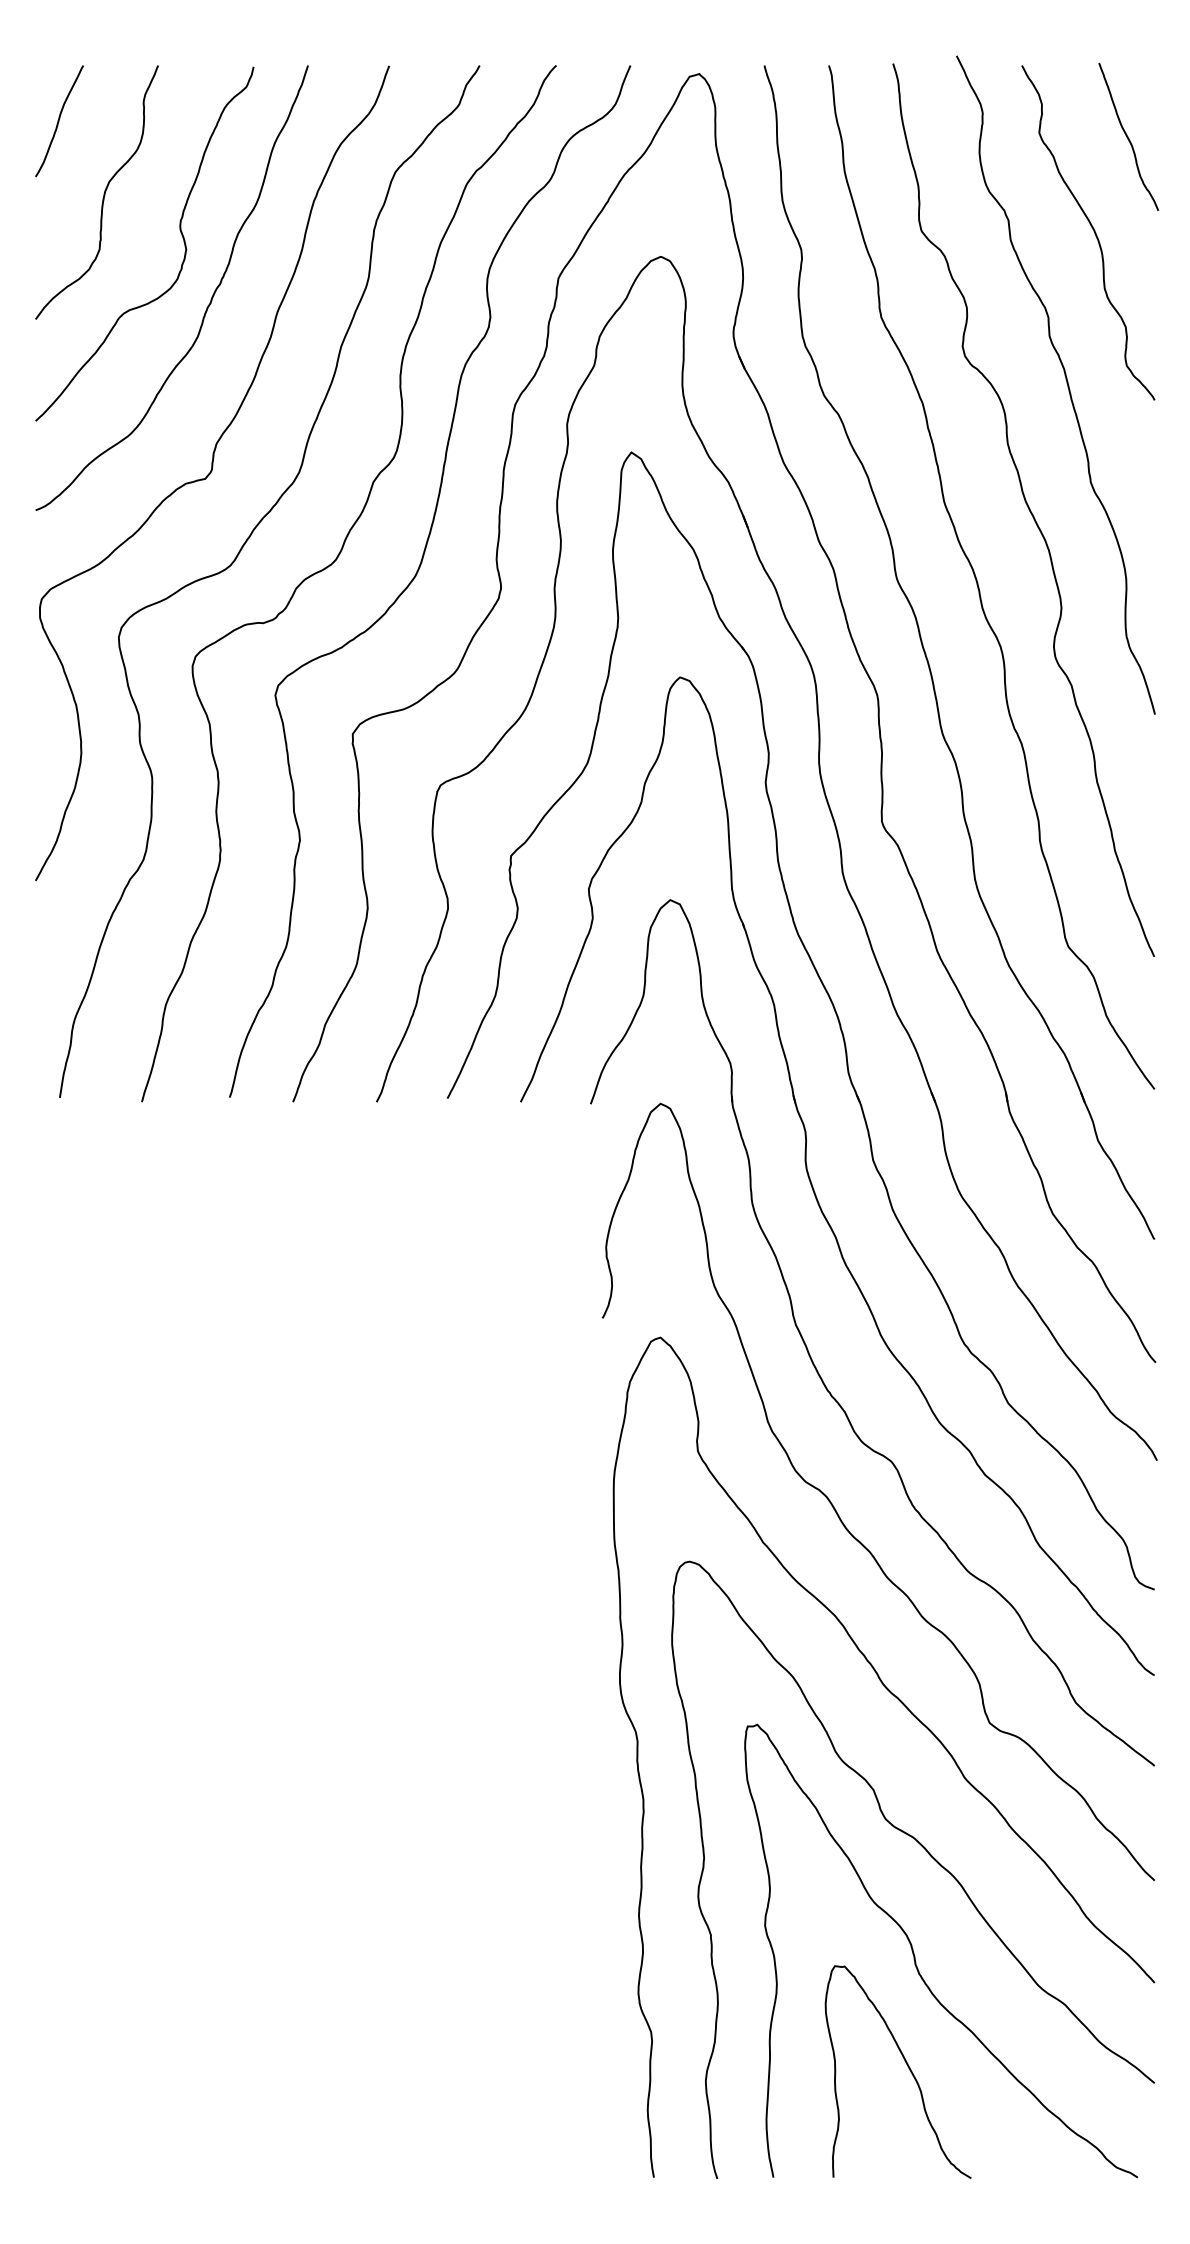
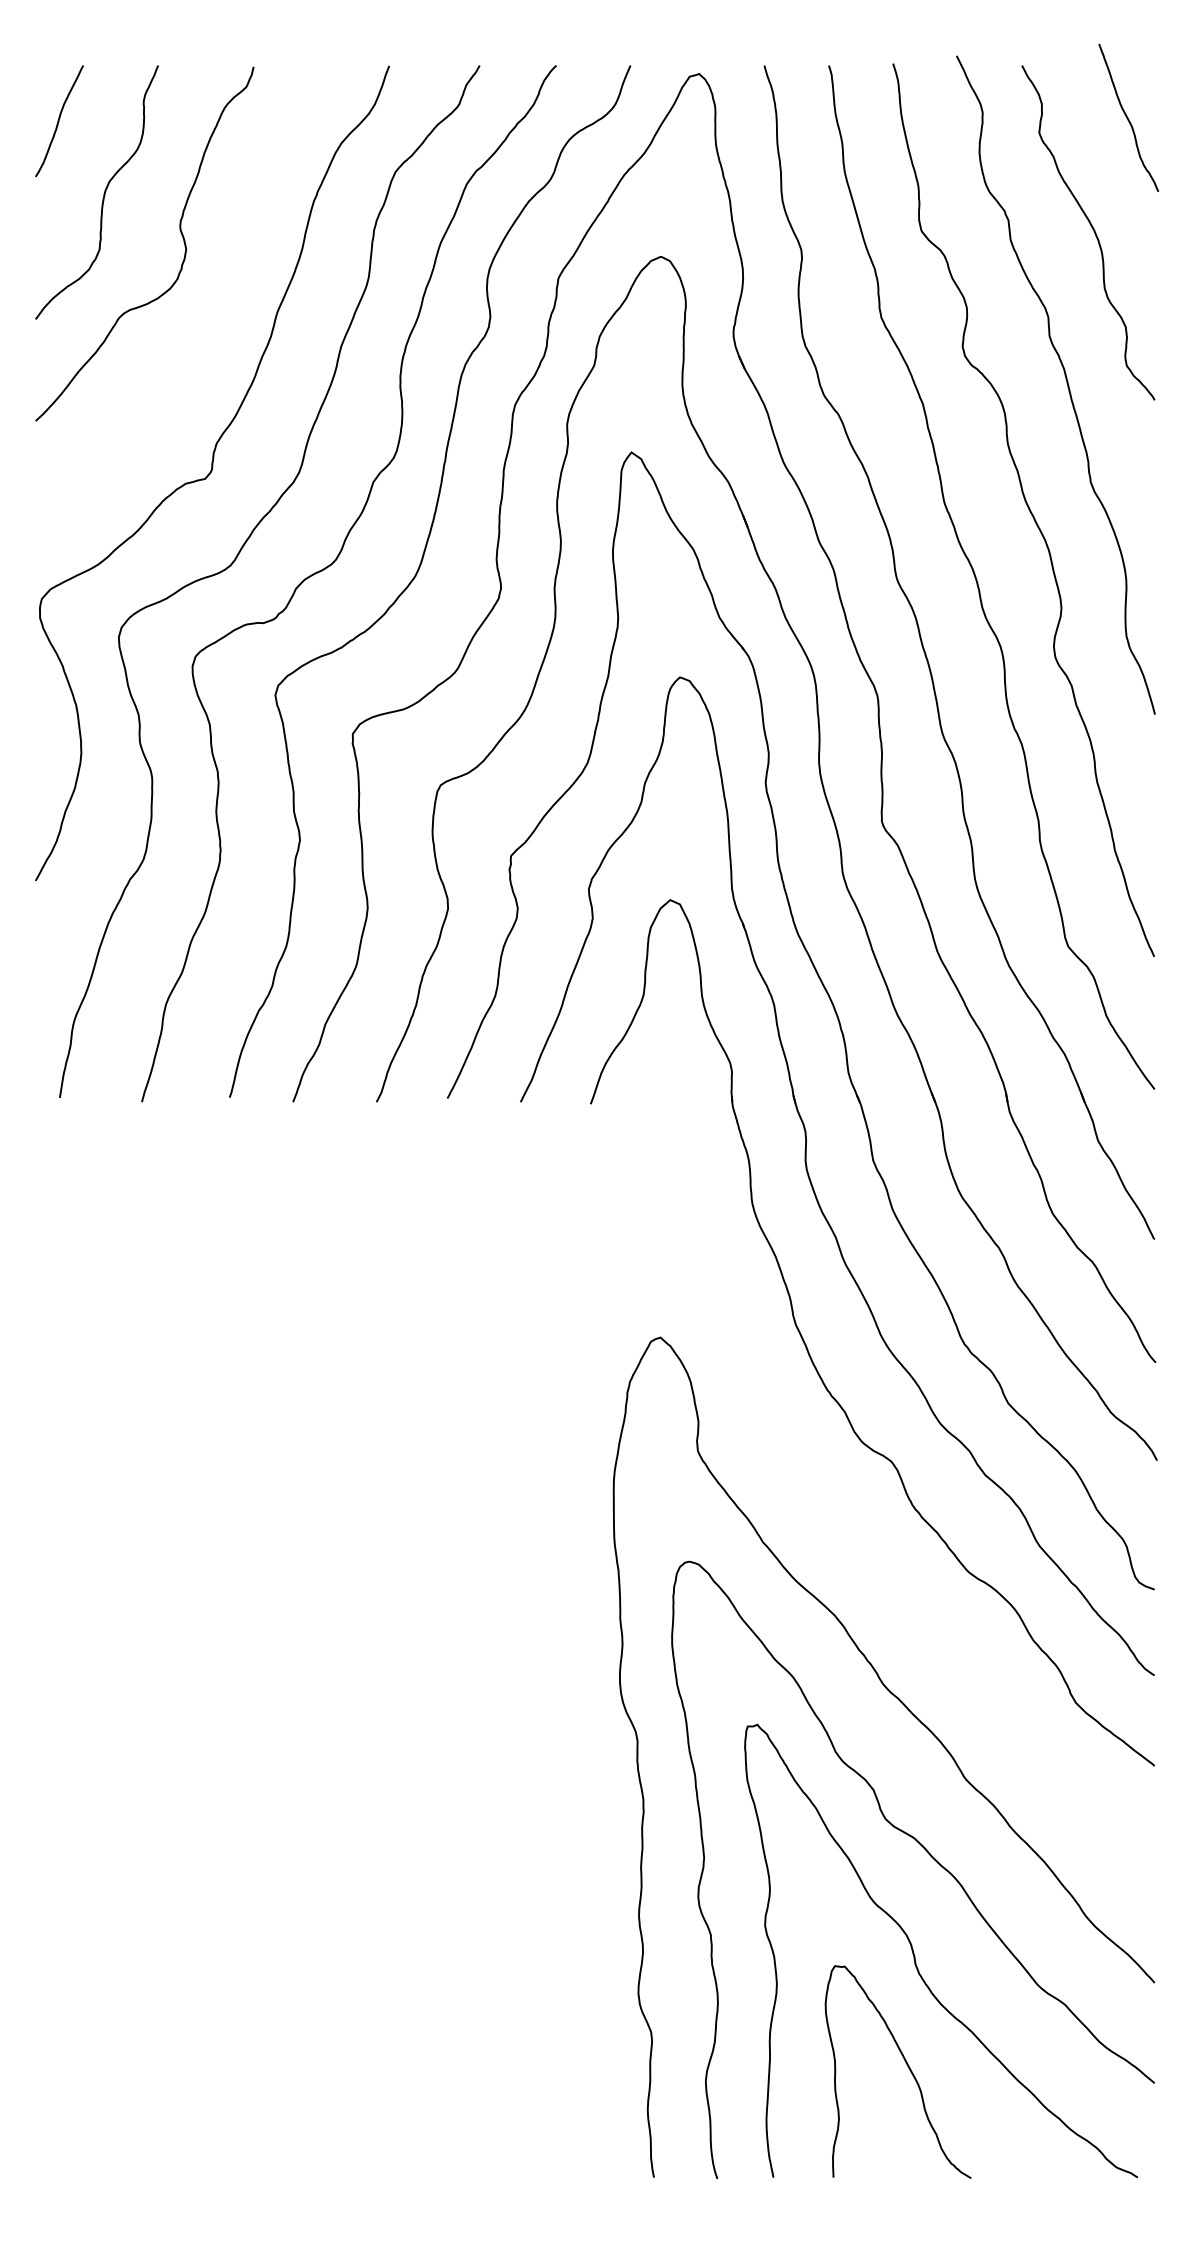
curve at (1128, 136) position: (1128, 136) -> (1128, 117)
curve at (206, 307): present -> none
curve at (838, 1513): present -> none
